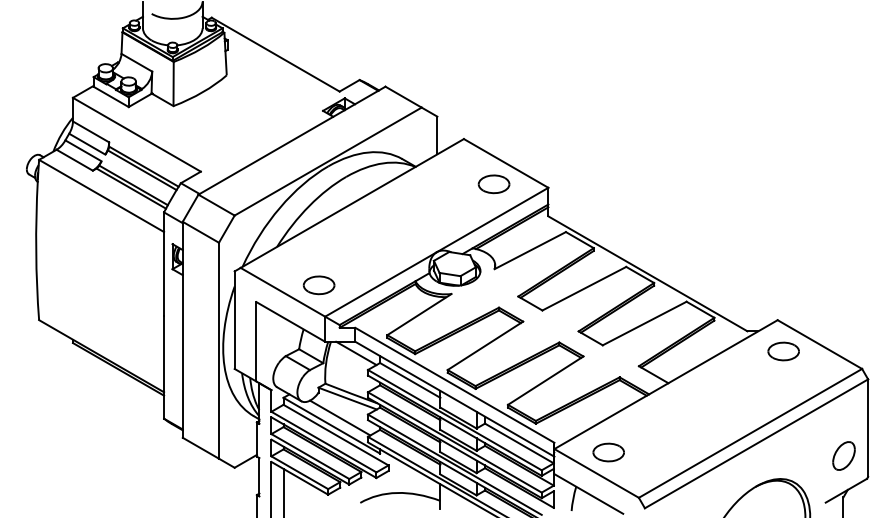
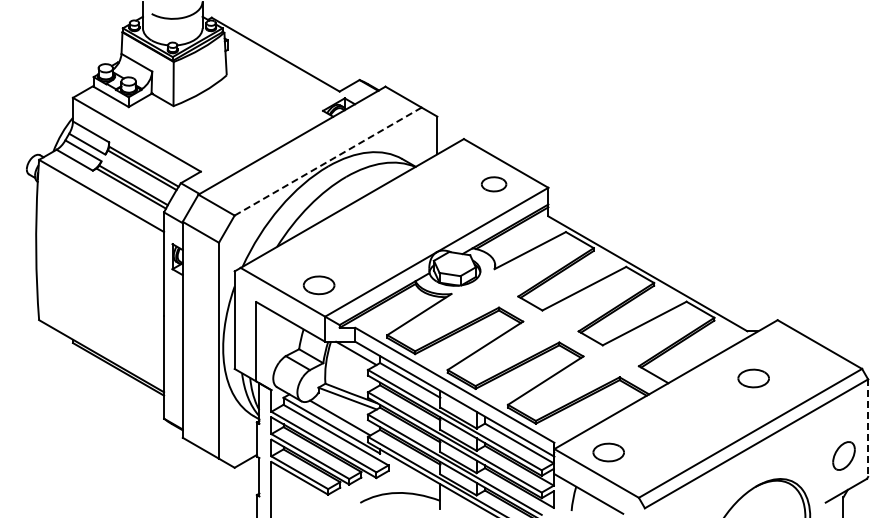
line at (328, 161): solid -> dashed
part at (493, 184) size: 34x21 px -> 28x17 px
part at (783, 351) position: (783, 351) -> (753, 378)
line at (868, 428): solid -> dashed
line at (283, 491): present -> none
